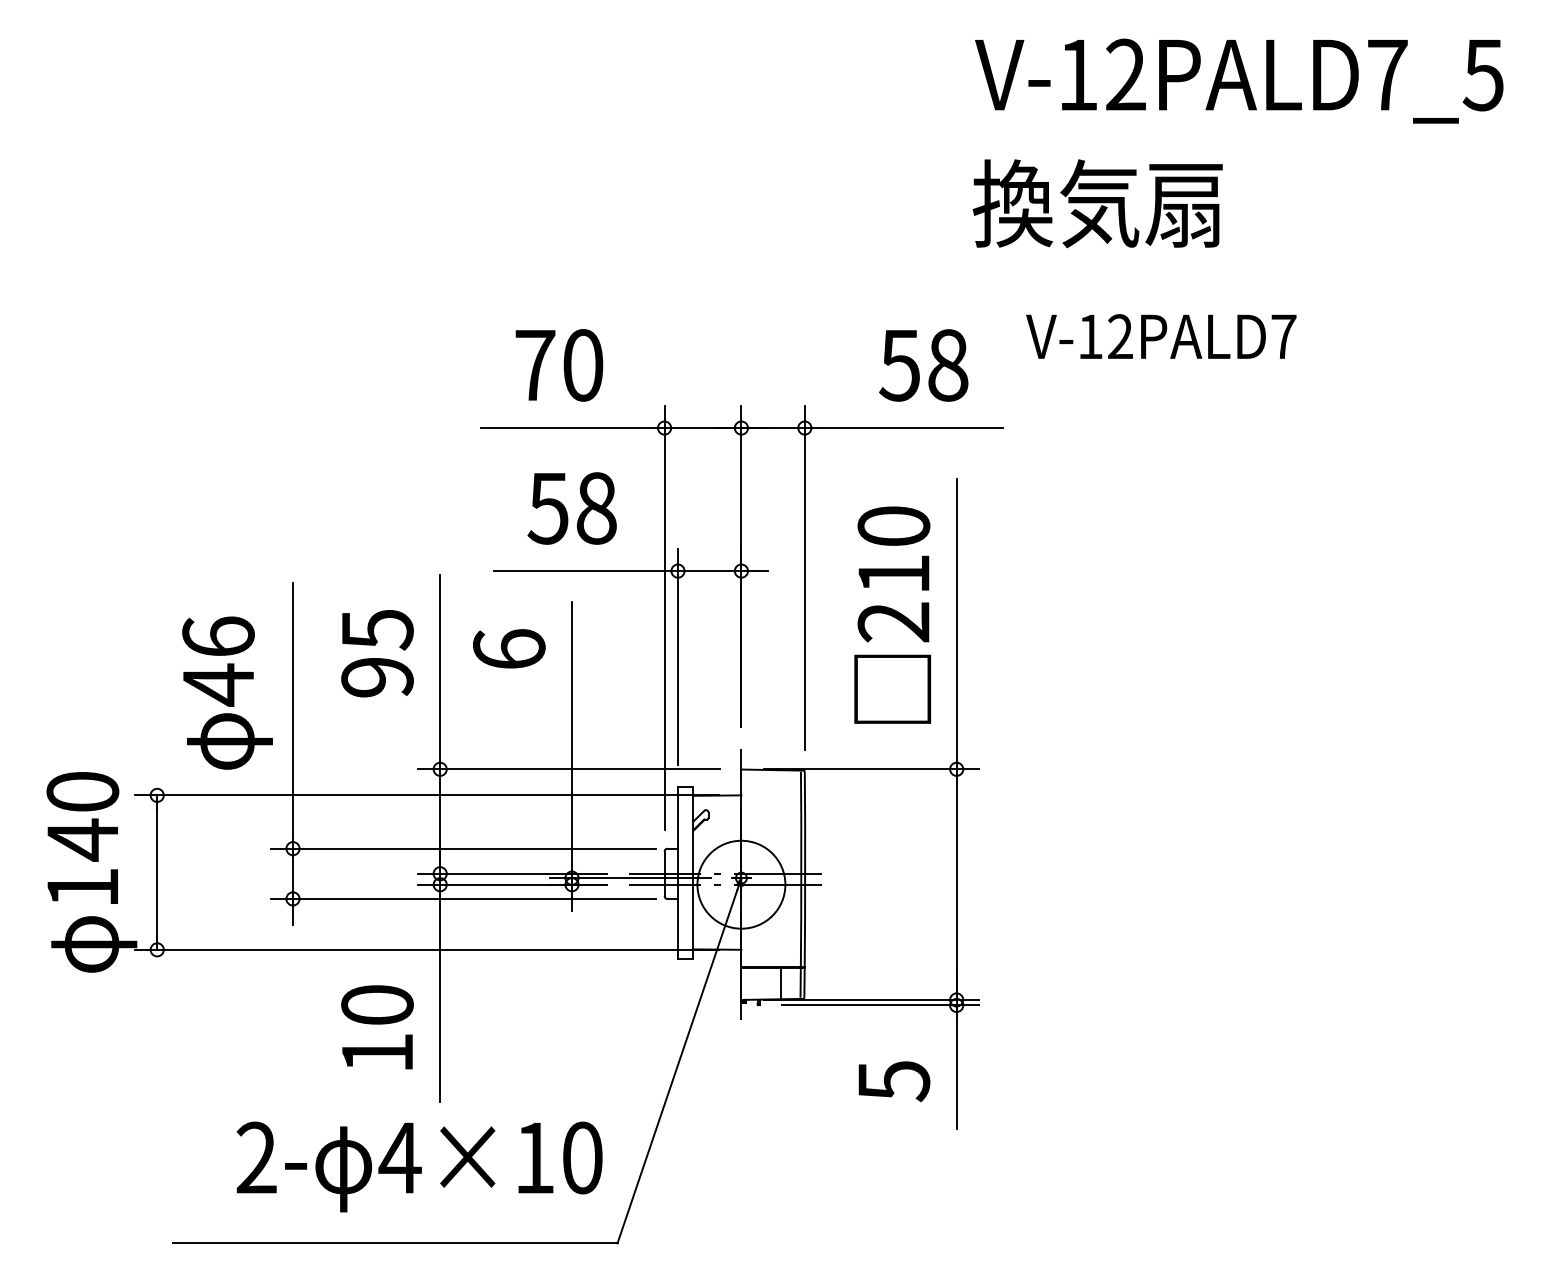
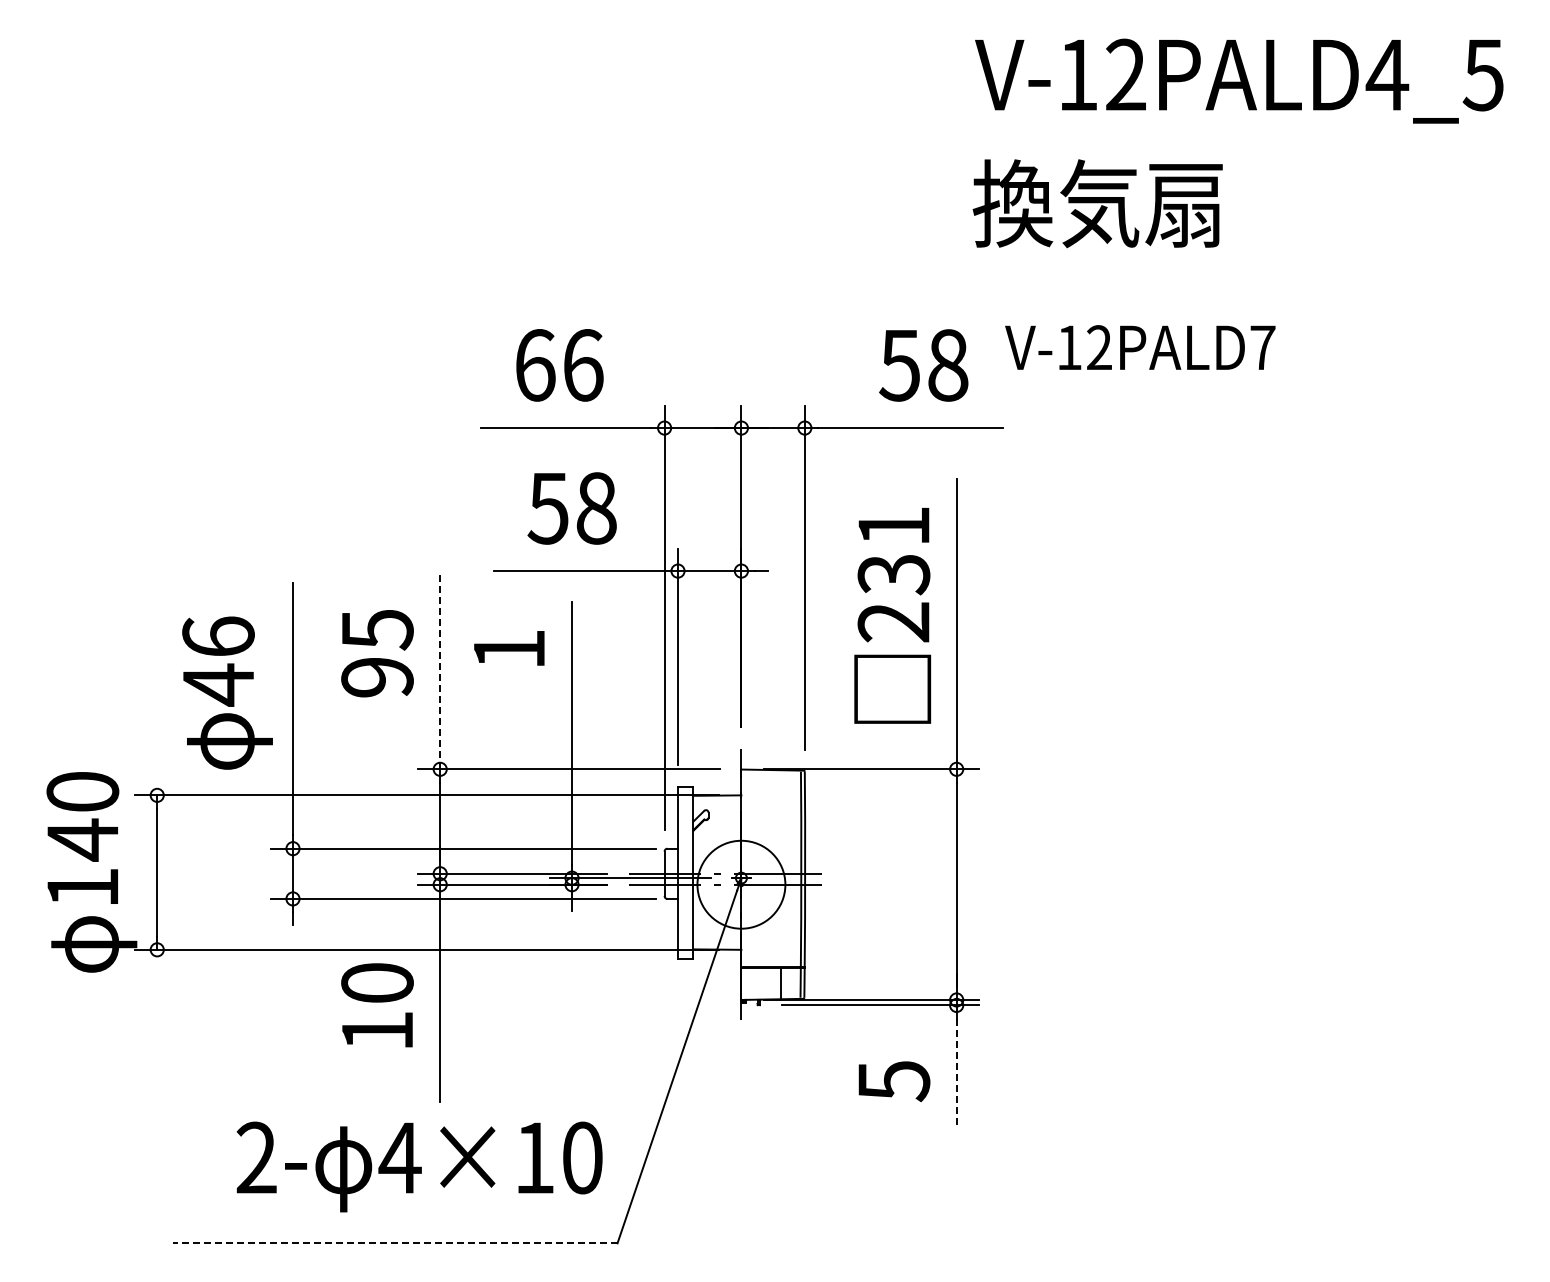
text at (1387, 74): V-12PALD7_5 -> V-12PALD4_5
text at (1161, 336) position: (1161, 336) -> (1140, 347)
text at (559, 365): 70 -> 66
text at (893, 550): 210 -> 231
text at (509, 648): 6 -> 1
line at (440, 671): solid -> dashed
text at (377, 1027) position: (377, 1027) -> (377, 1005)
line at (956, 1074): solid -> dashed
line at (395, 1243): solid -> dashed
